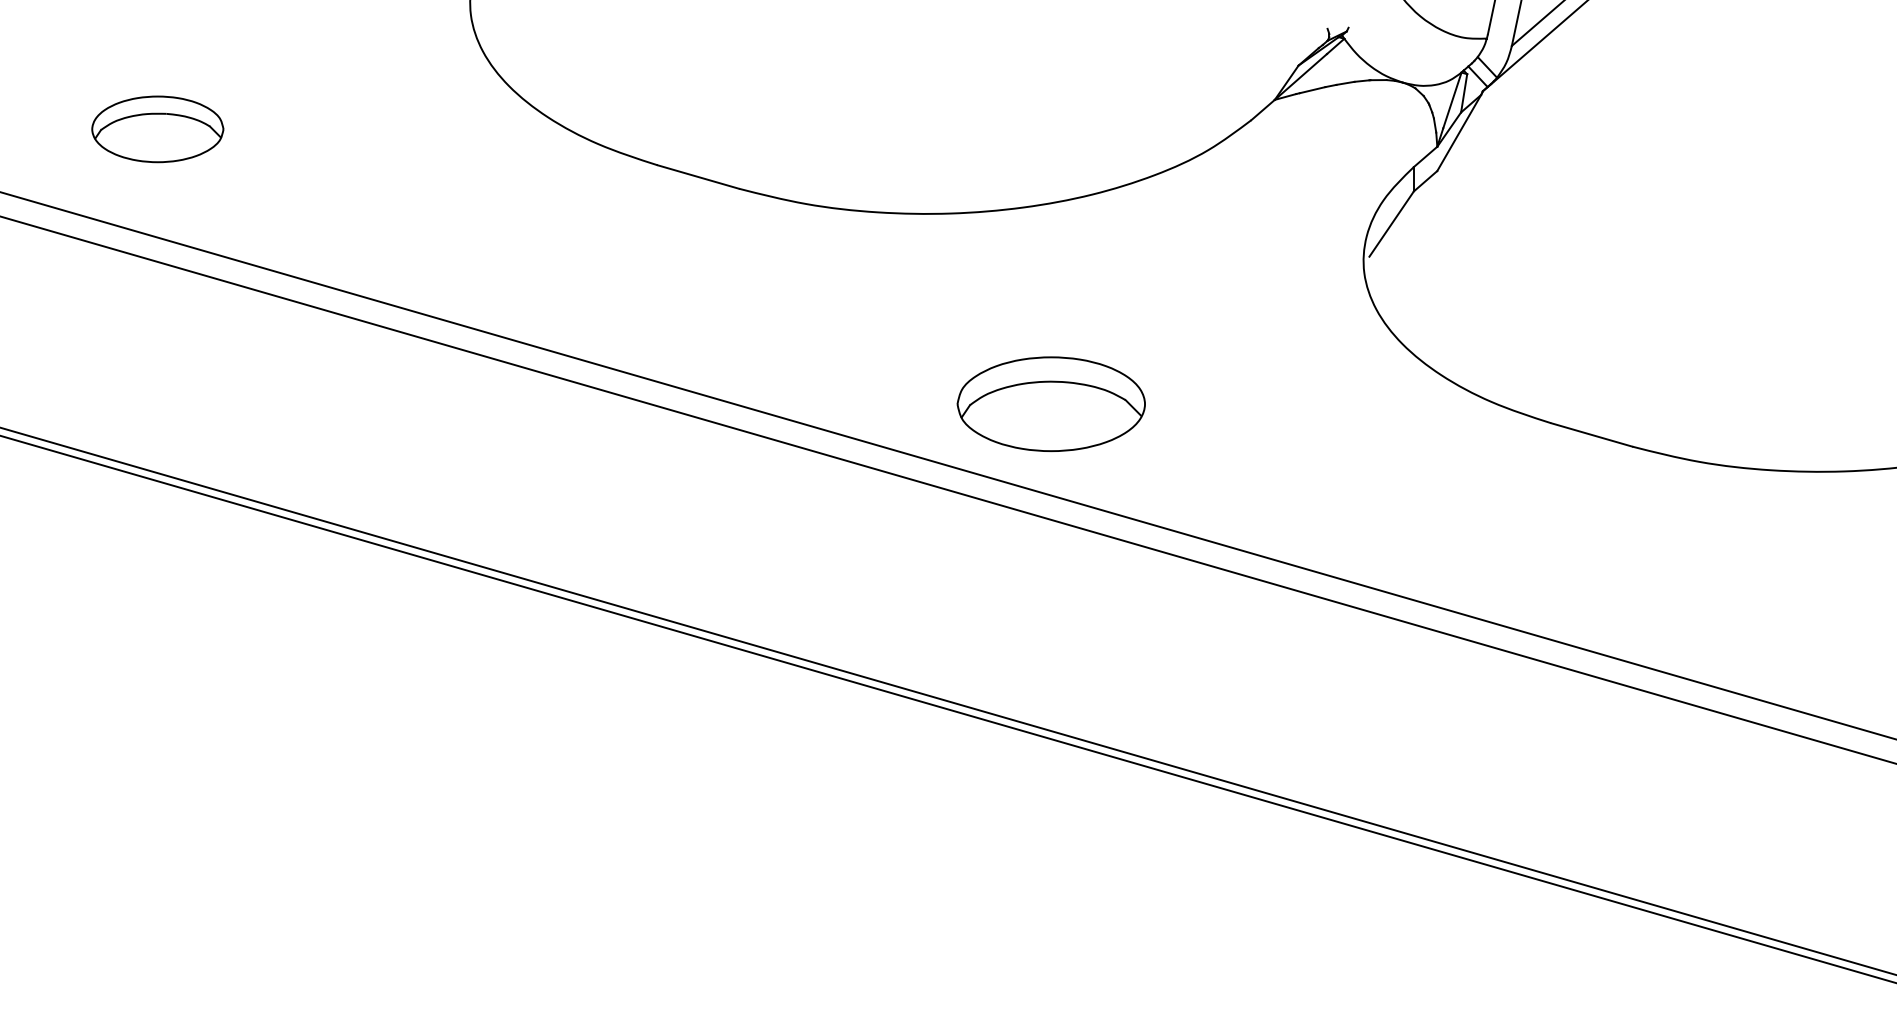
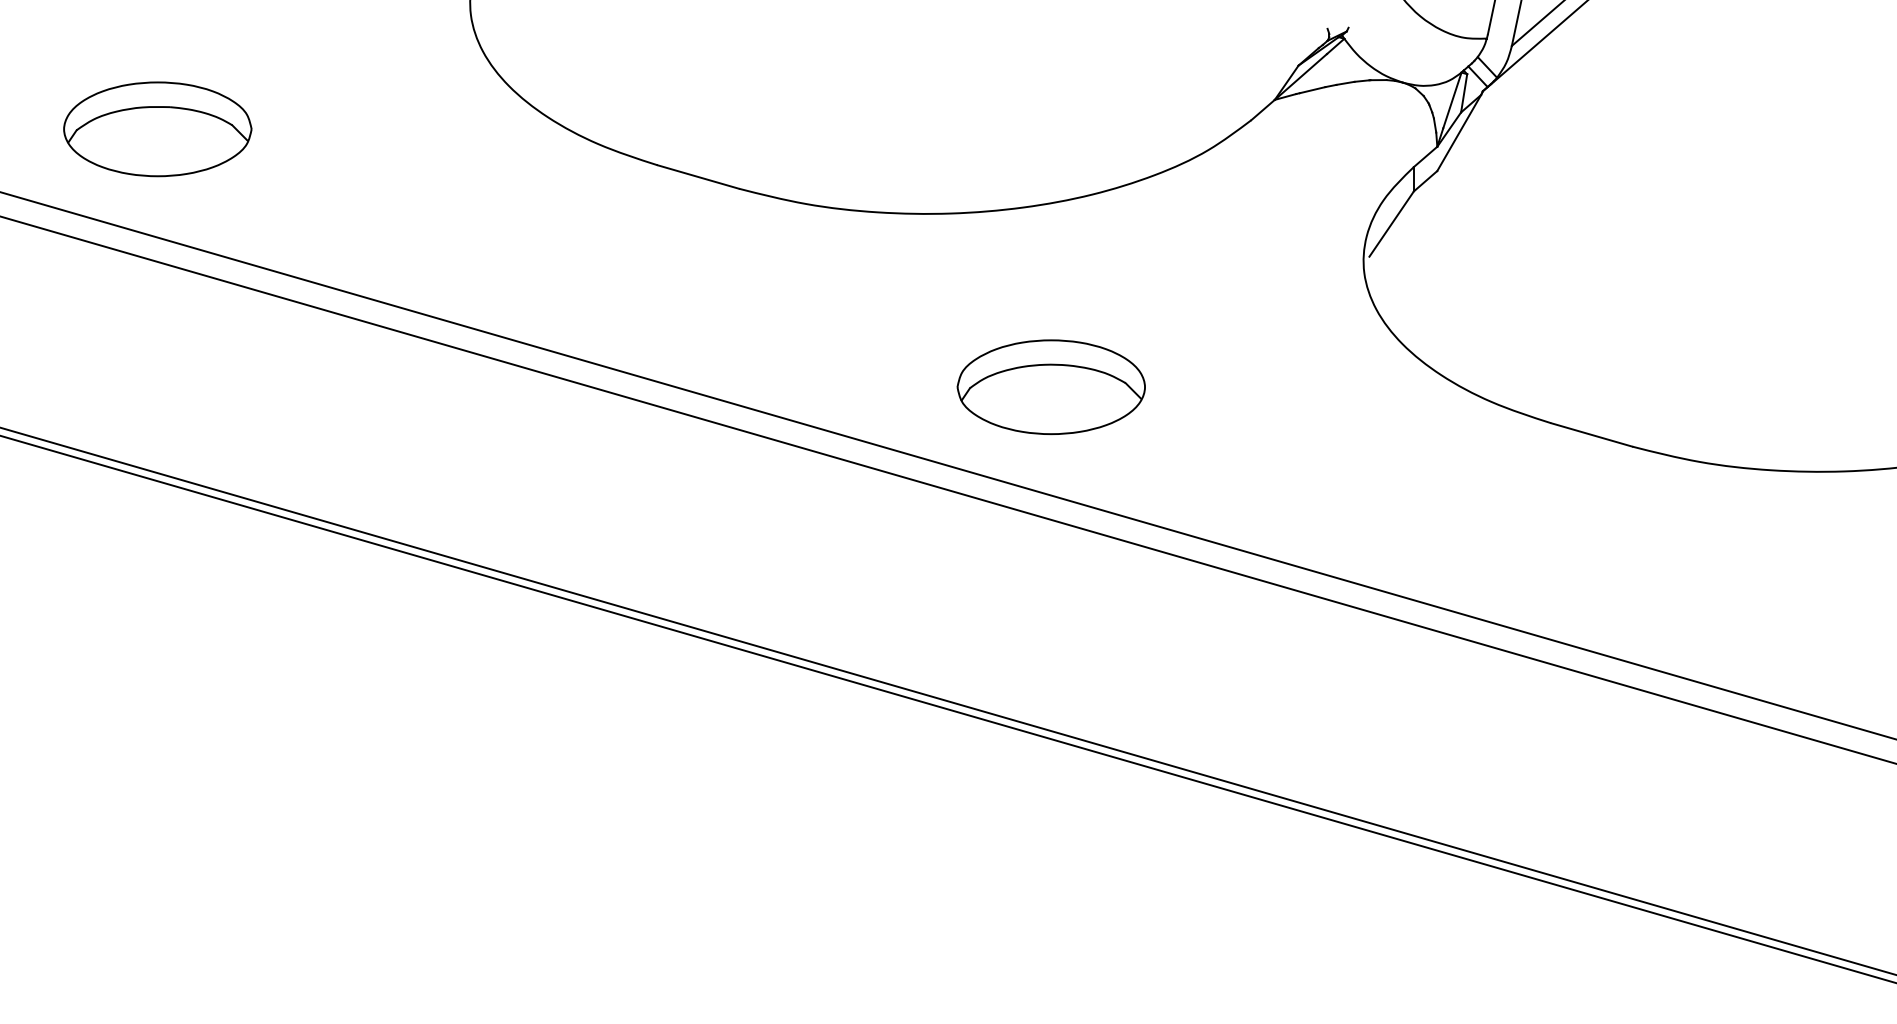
part at (157, 129) size: 134x69 px -> 190x97 px
part at (1050, 404) position: (1050, 404) -> (1050, 387)
